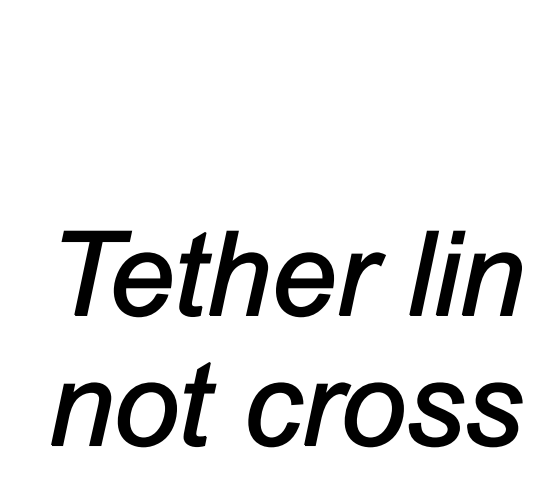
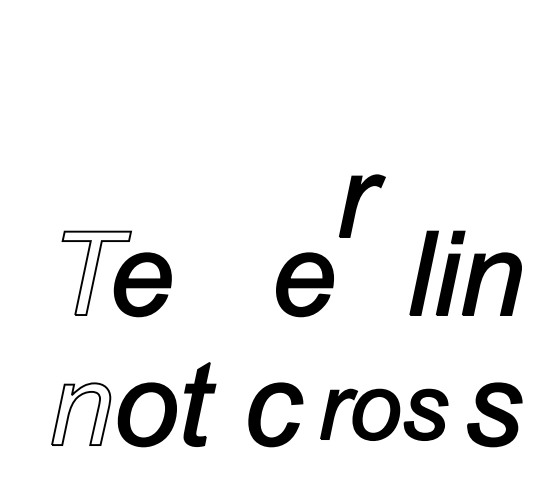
fill at (96, 273): present -> none
part at (223, 273): present -> none
part at (362, 283) position: (362, 283) -> (362, 205)
fill at (81, 414): present -> none
part at (384, 414) size: 161x66 px -> 129x53 px
